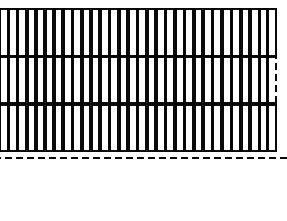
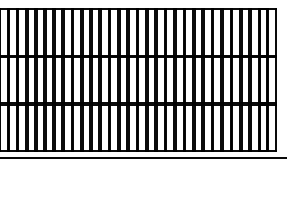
line at (276, 79): dashed -> solid
line at (143, 157): dashed -> solid
